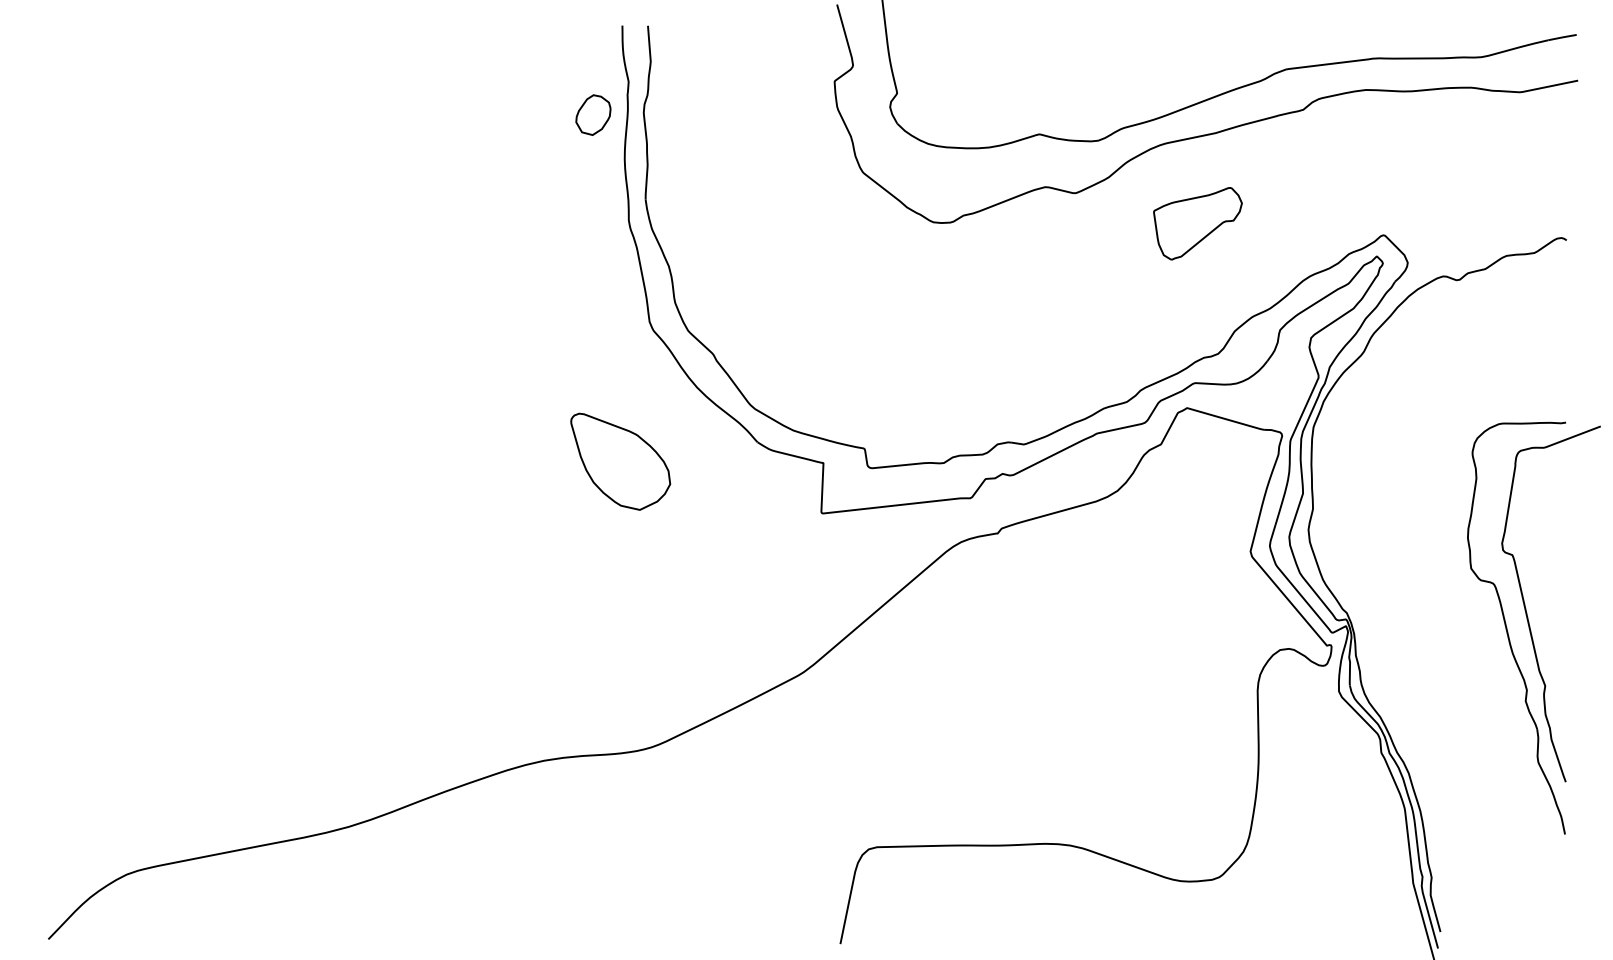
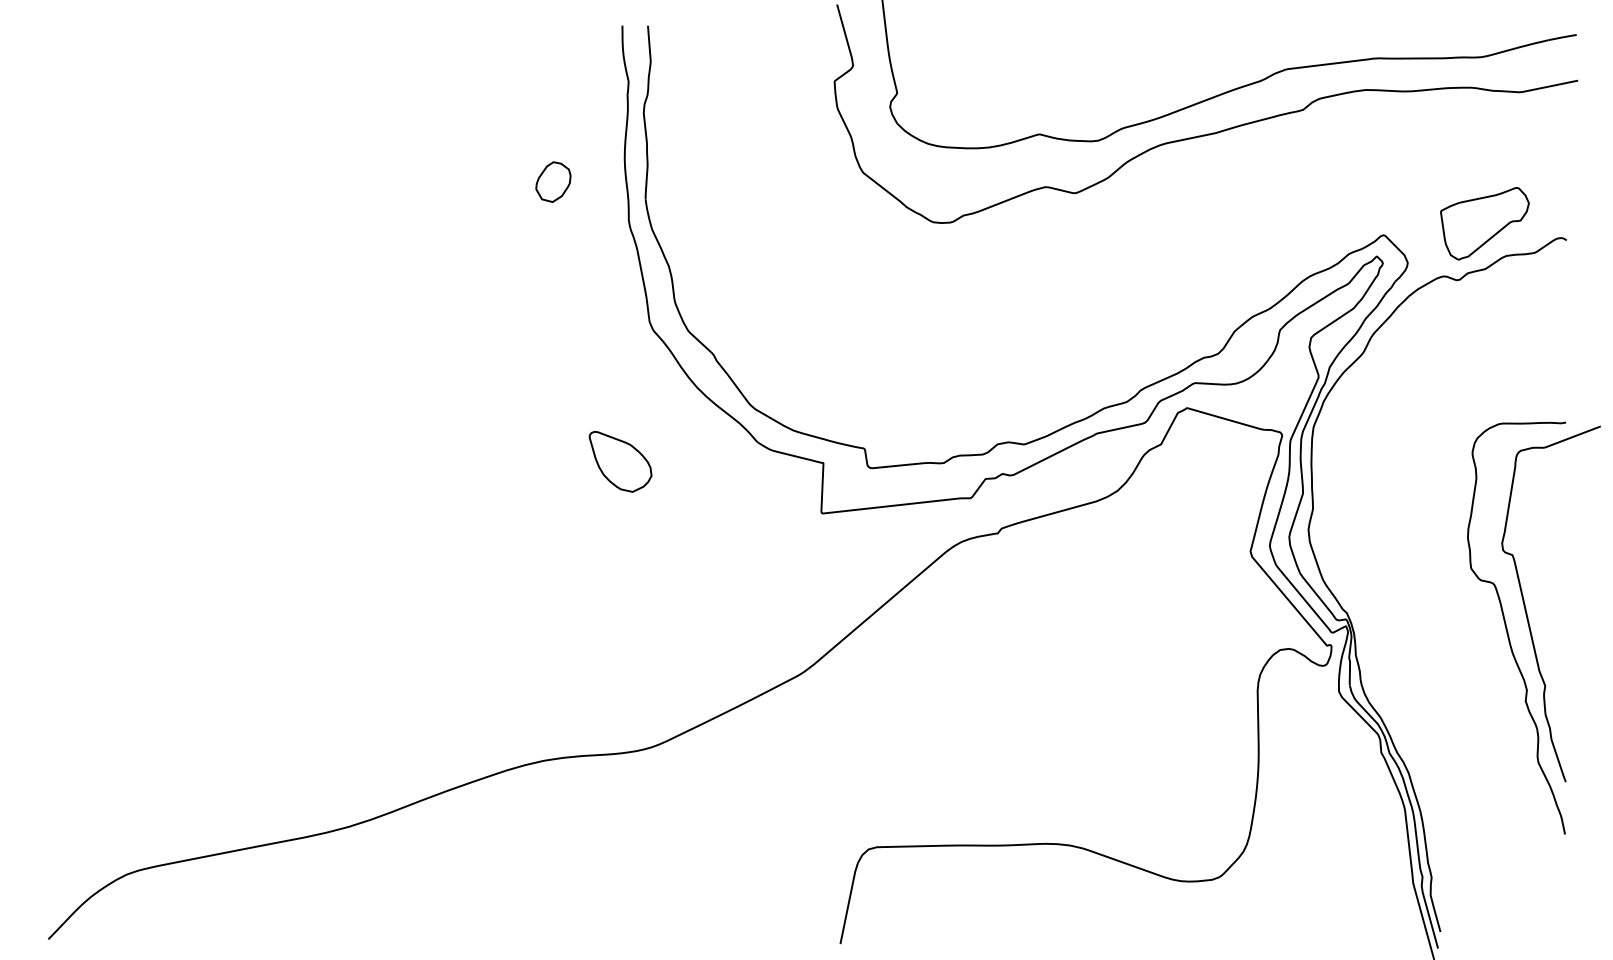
part at (593, 114) position: (593, 114) -> (553, 181)
part at (1197, 223) position: (1197, 223) -> (1484, 223)
part at (620, 461) size: 102x99 px -> 65x62 px
